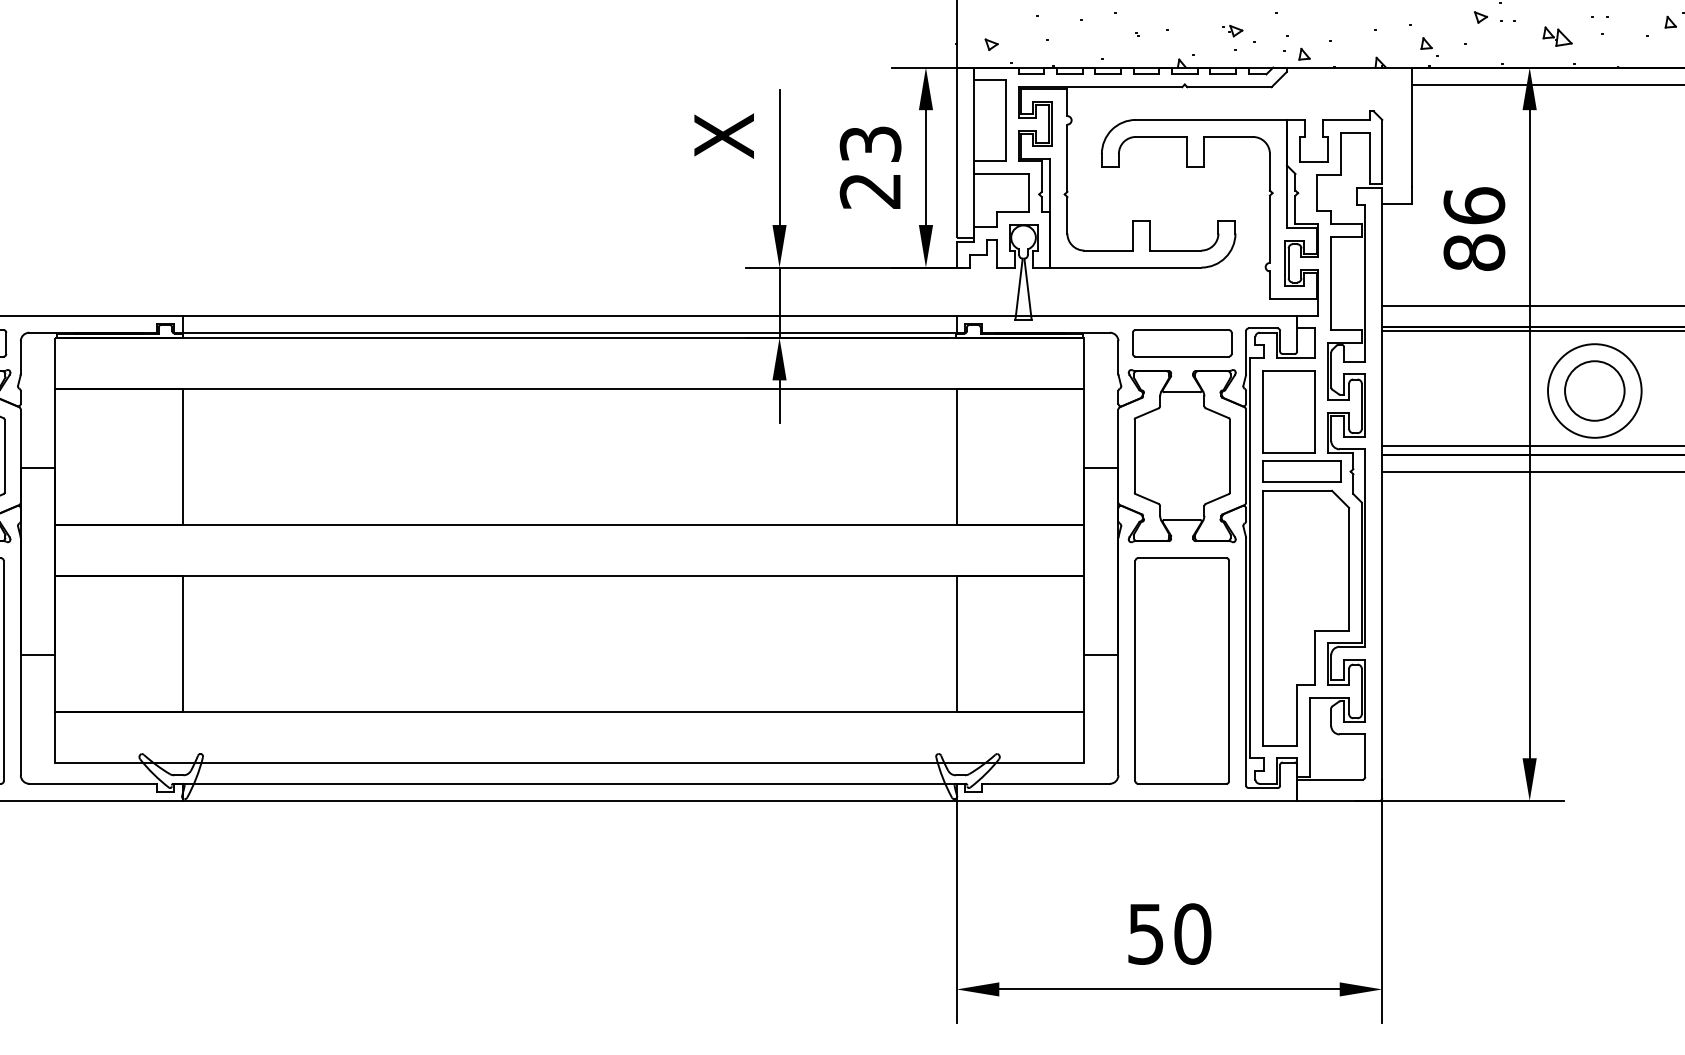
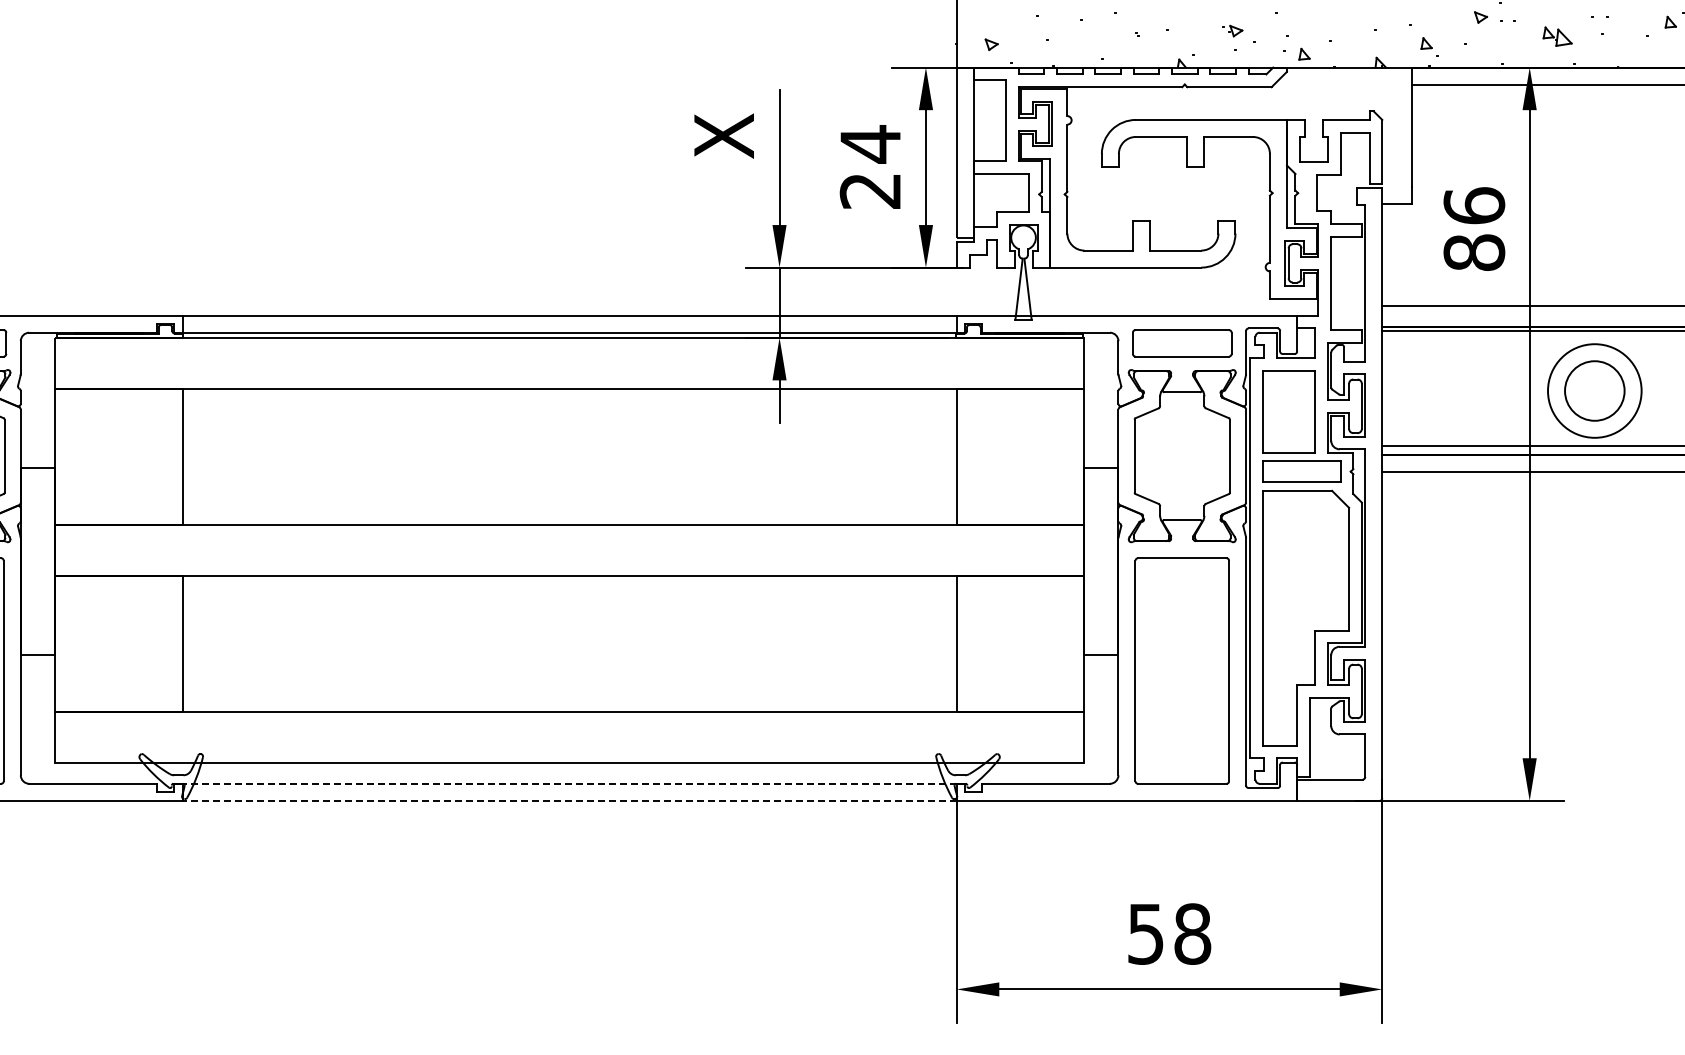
text at (870, 144): 23 -> 24
line at (569, 783): solid -> dashed
line at (569, 800): solid -> dashed
text at (1192, 933): 50 -> 58
